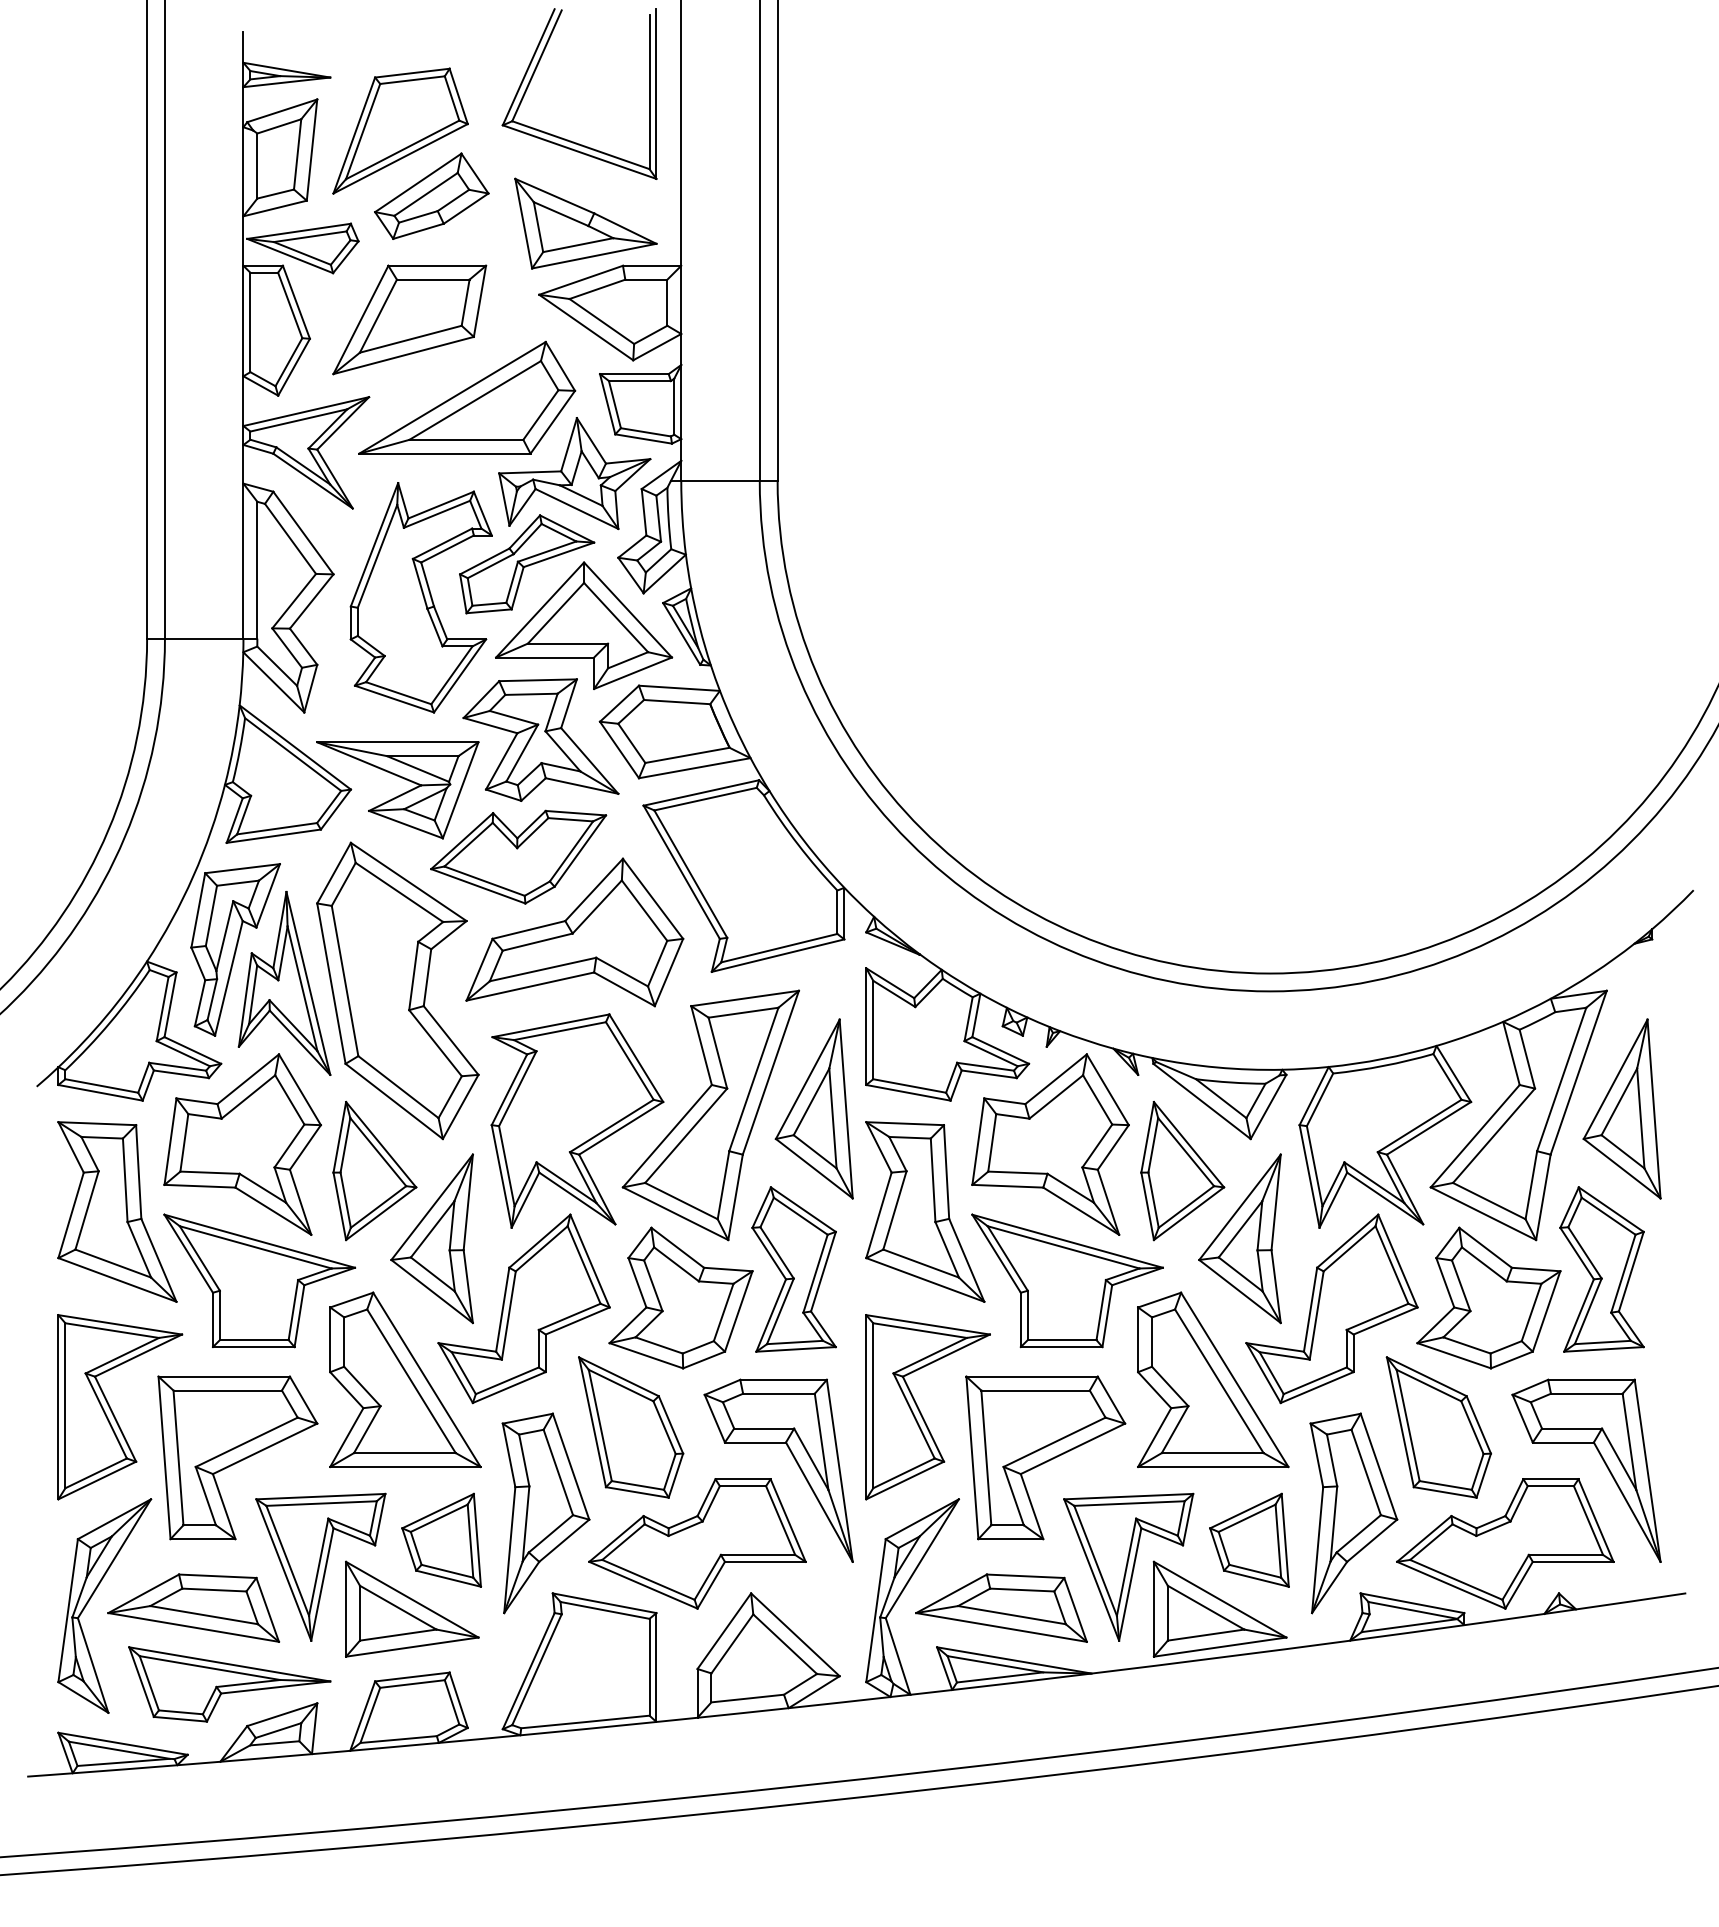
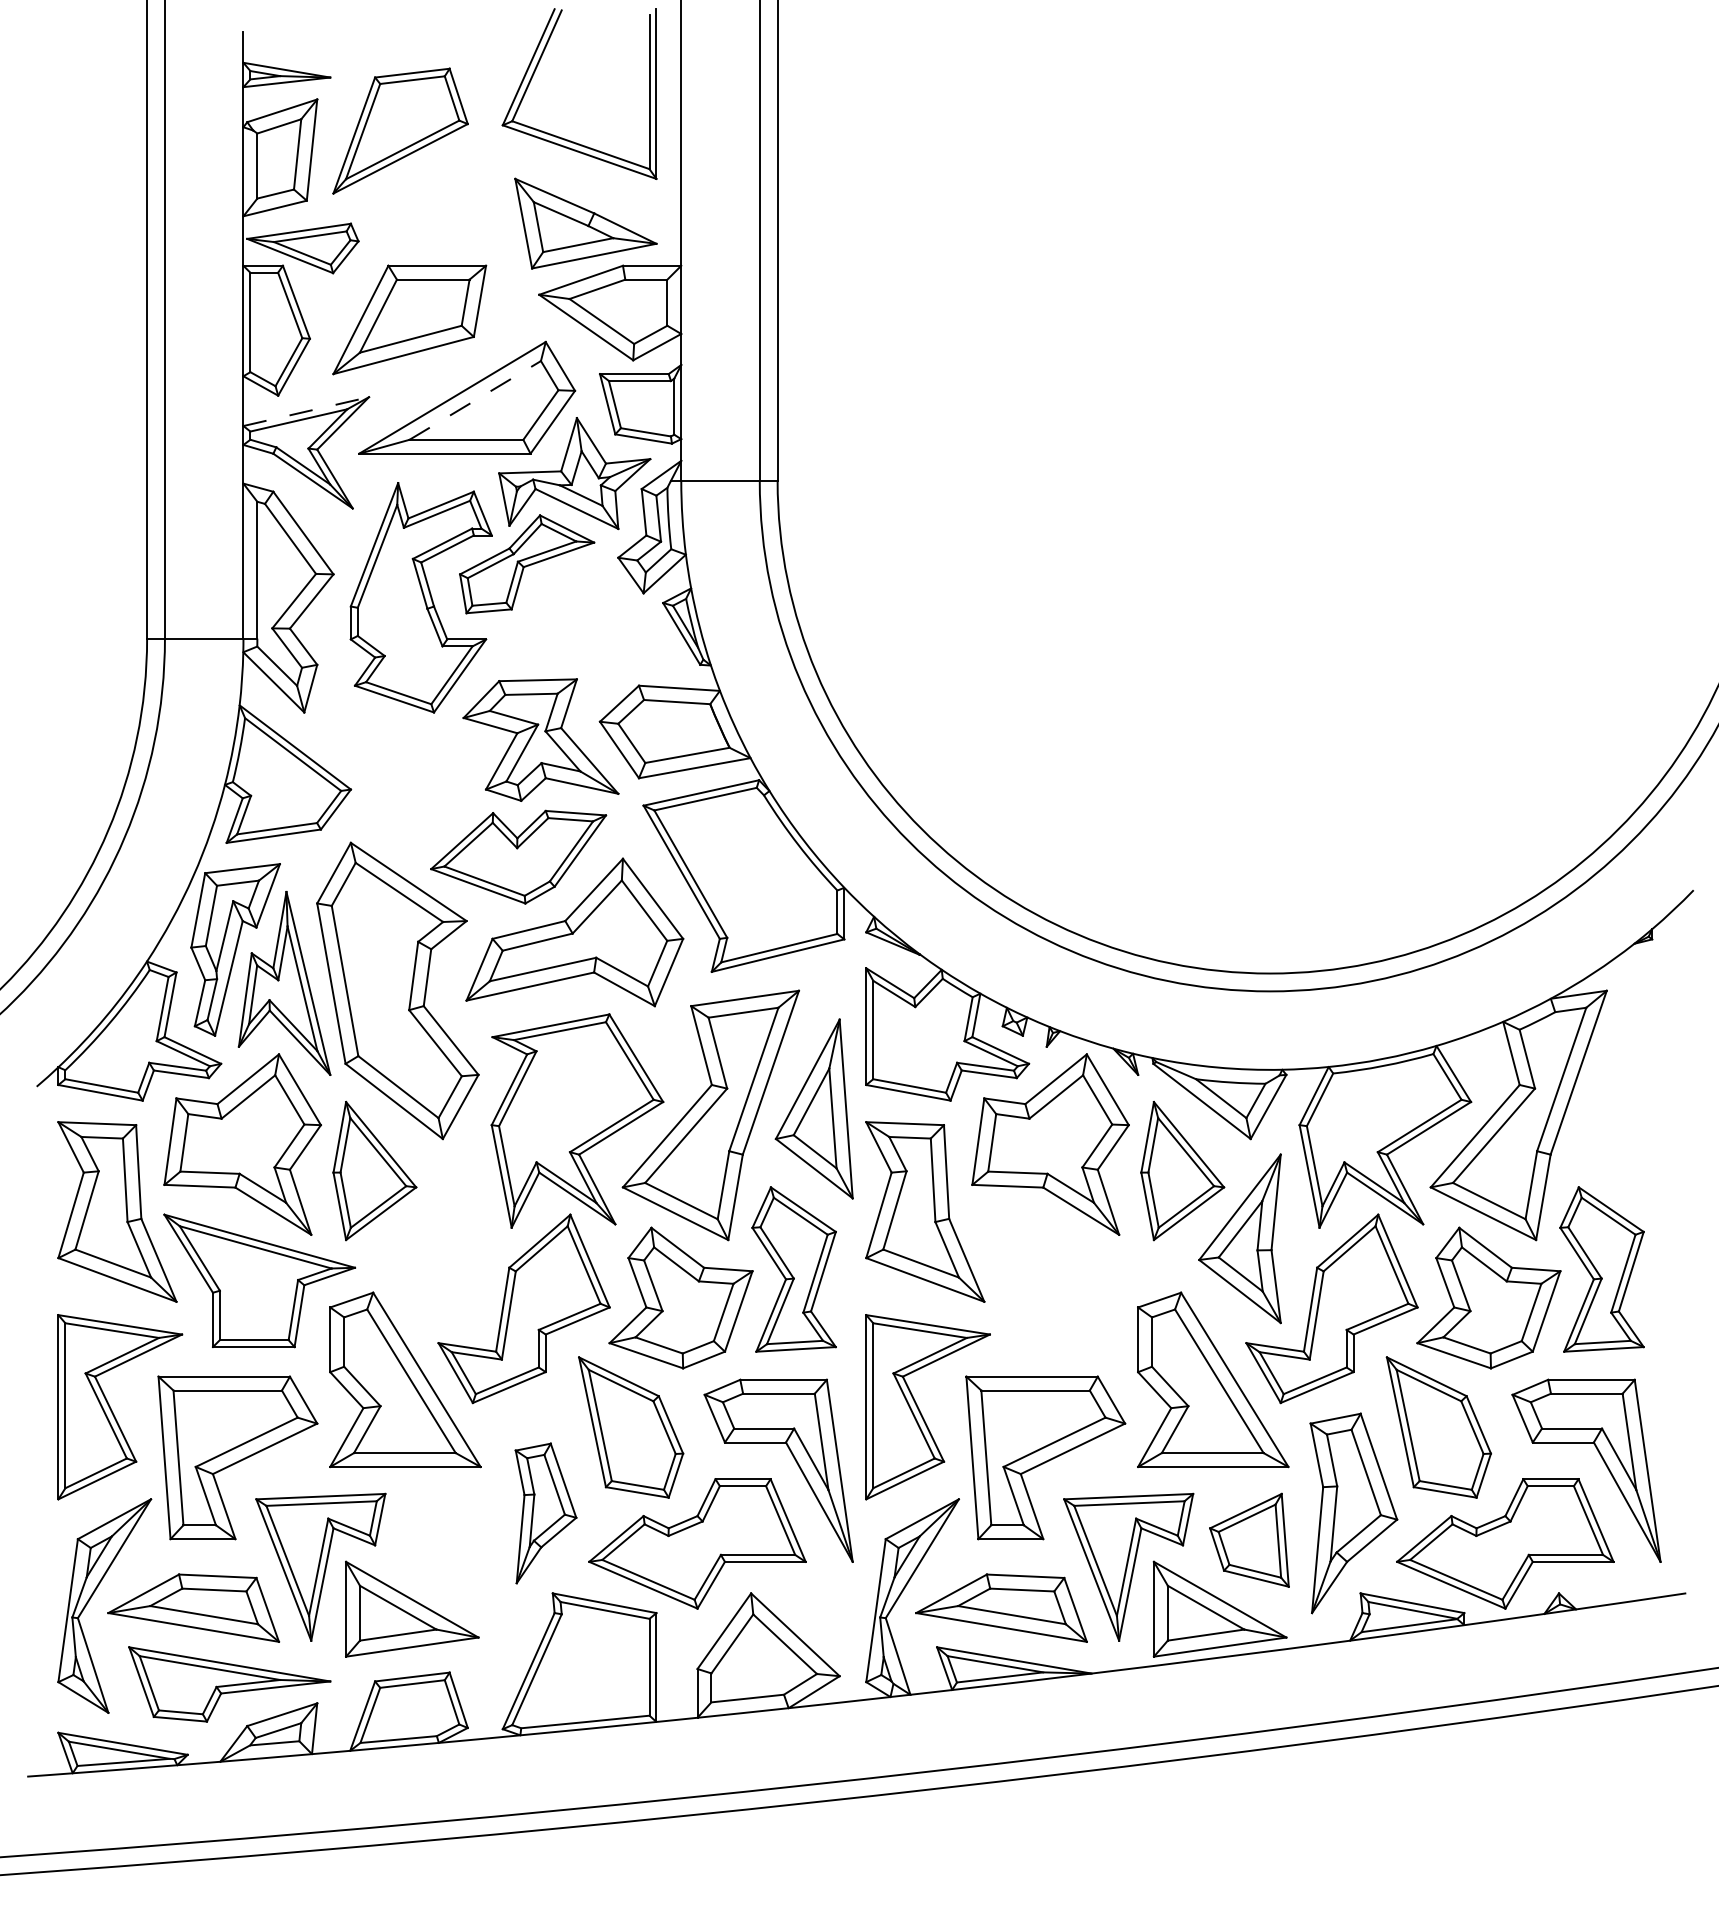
part at (431, 195): present -> none
line at (475, 400): solid -> dashed
line at (306, 411): solid -> dashed
part at (584, 625): present -> none
part at (397, 790): present -> none
part at (1621, 1108): present -> none
part at (431, 1238): present -> none
part at (1067, 1280): present -> none
part at (545, 1513) size: 90x203 px -> 64x143 px
part at (441, 1539): present -> none
